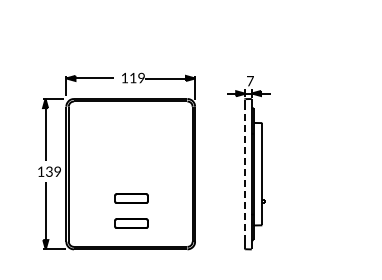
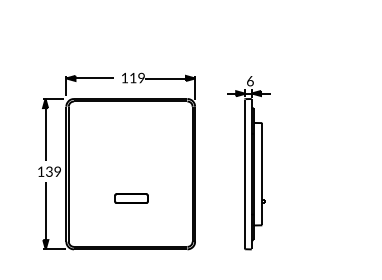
text at (250, 81): 7 -> 6
line at (245, 173): dashed -> solid
part at (131, 223): present -> none
